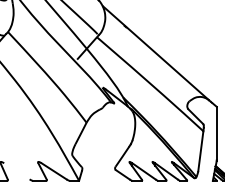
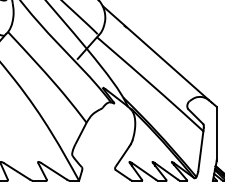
line at (16, 171): none -> present
